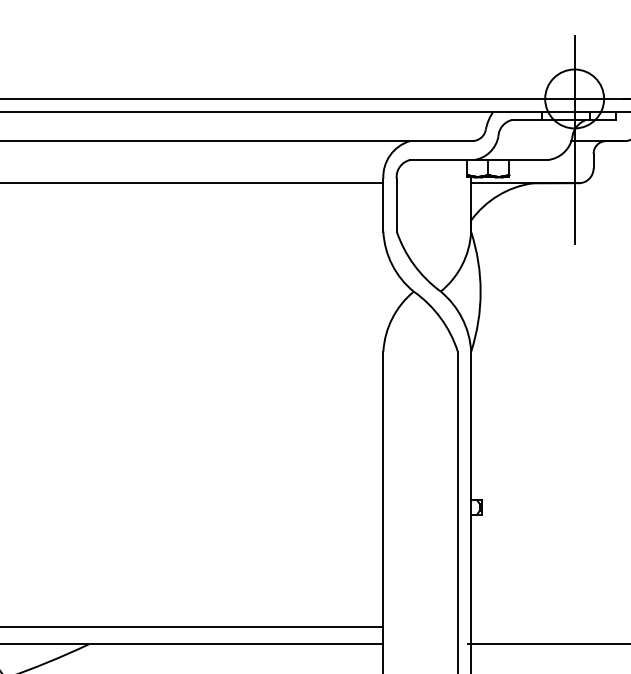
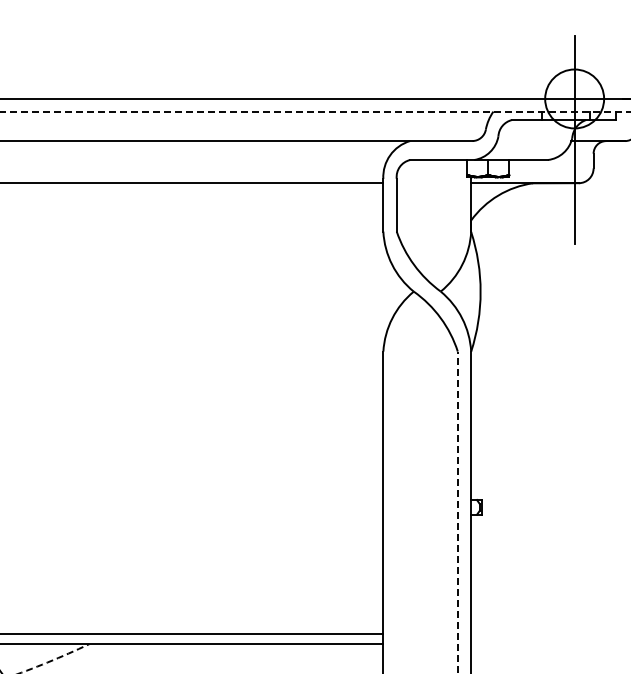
line at (315, 111): solid -> dashed
line at (457, 512): solid -> dashed
line at (192, 627) position: (192, 627) -> (192, 634)
line at (547, 644): present -> none
arc at (54, 659): solid -> dashed
